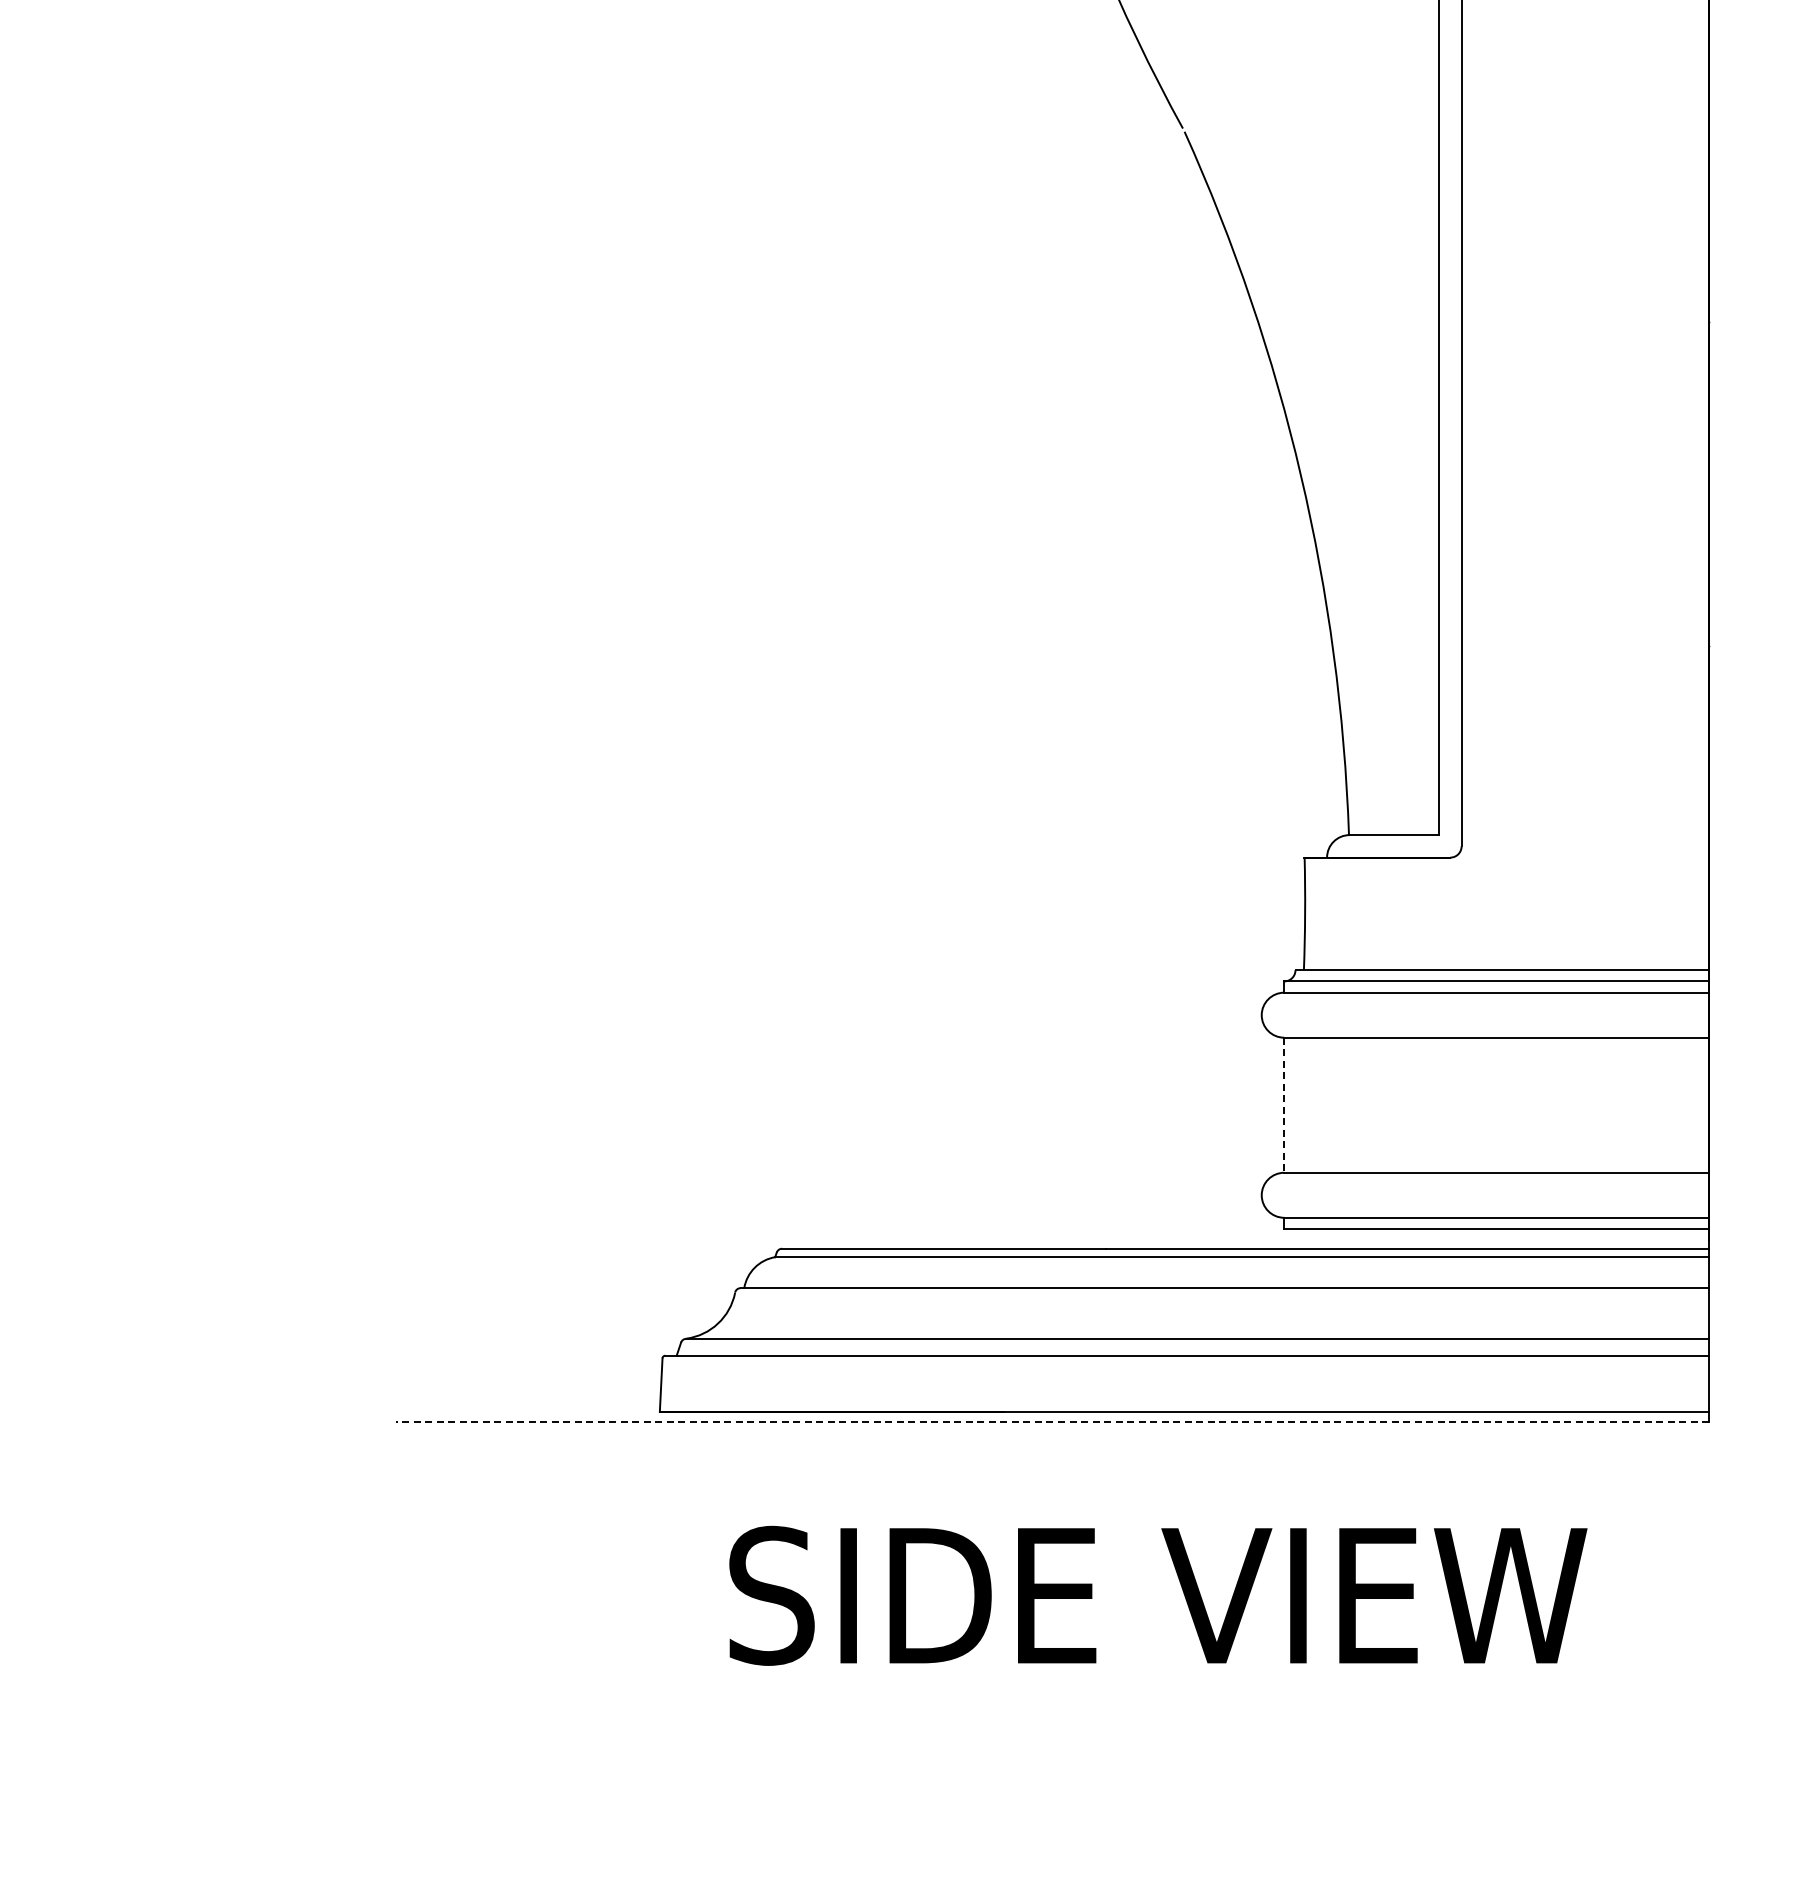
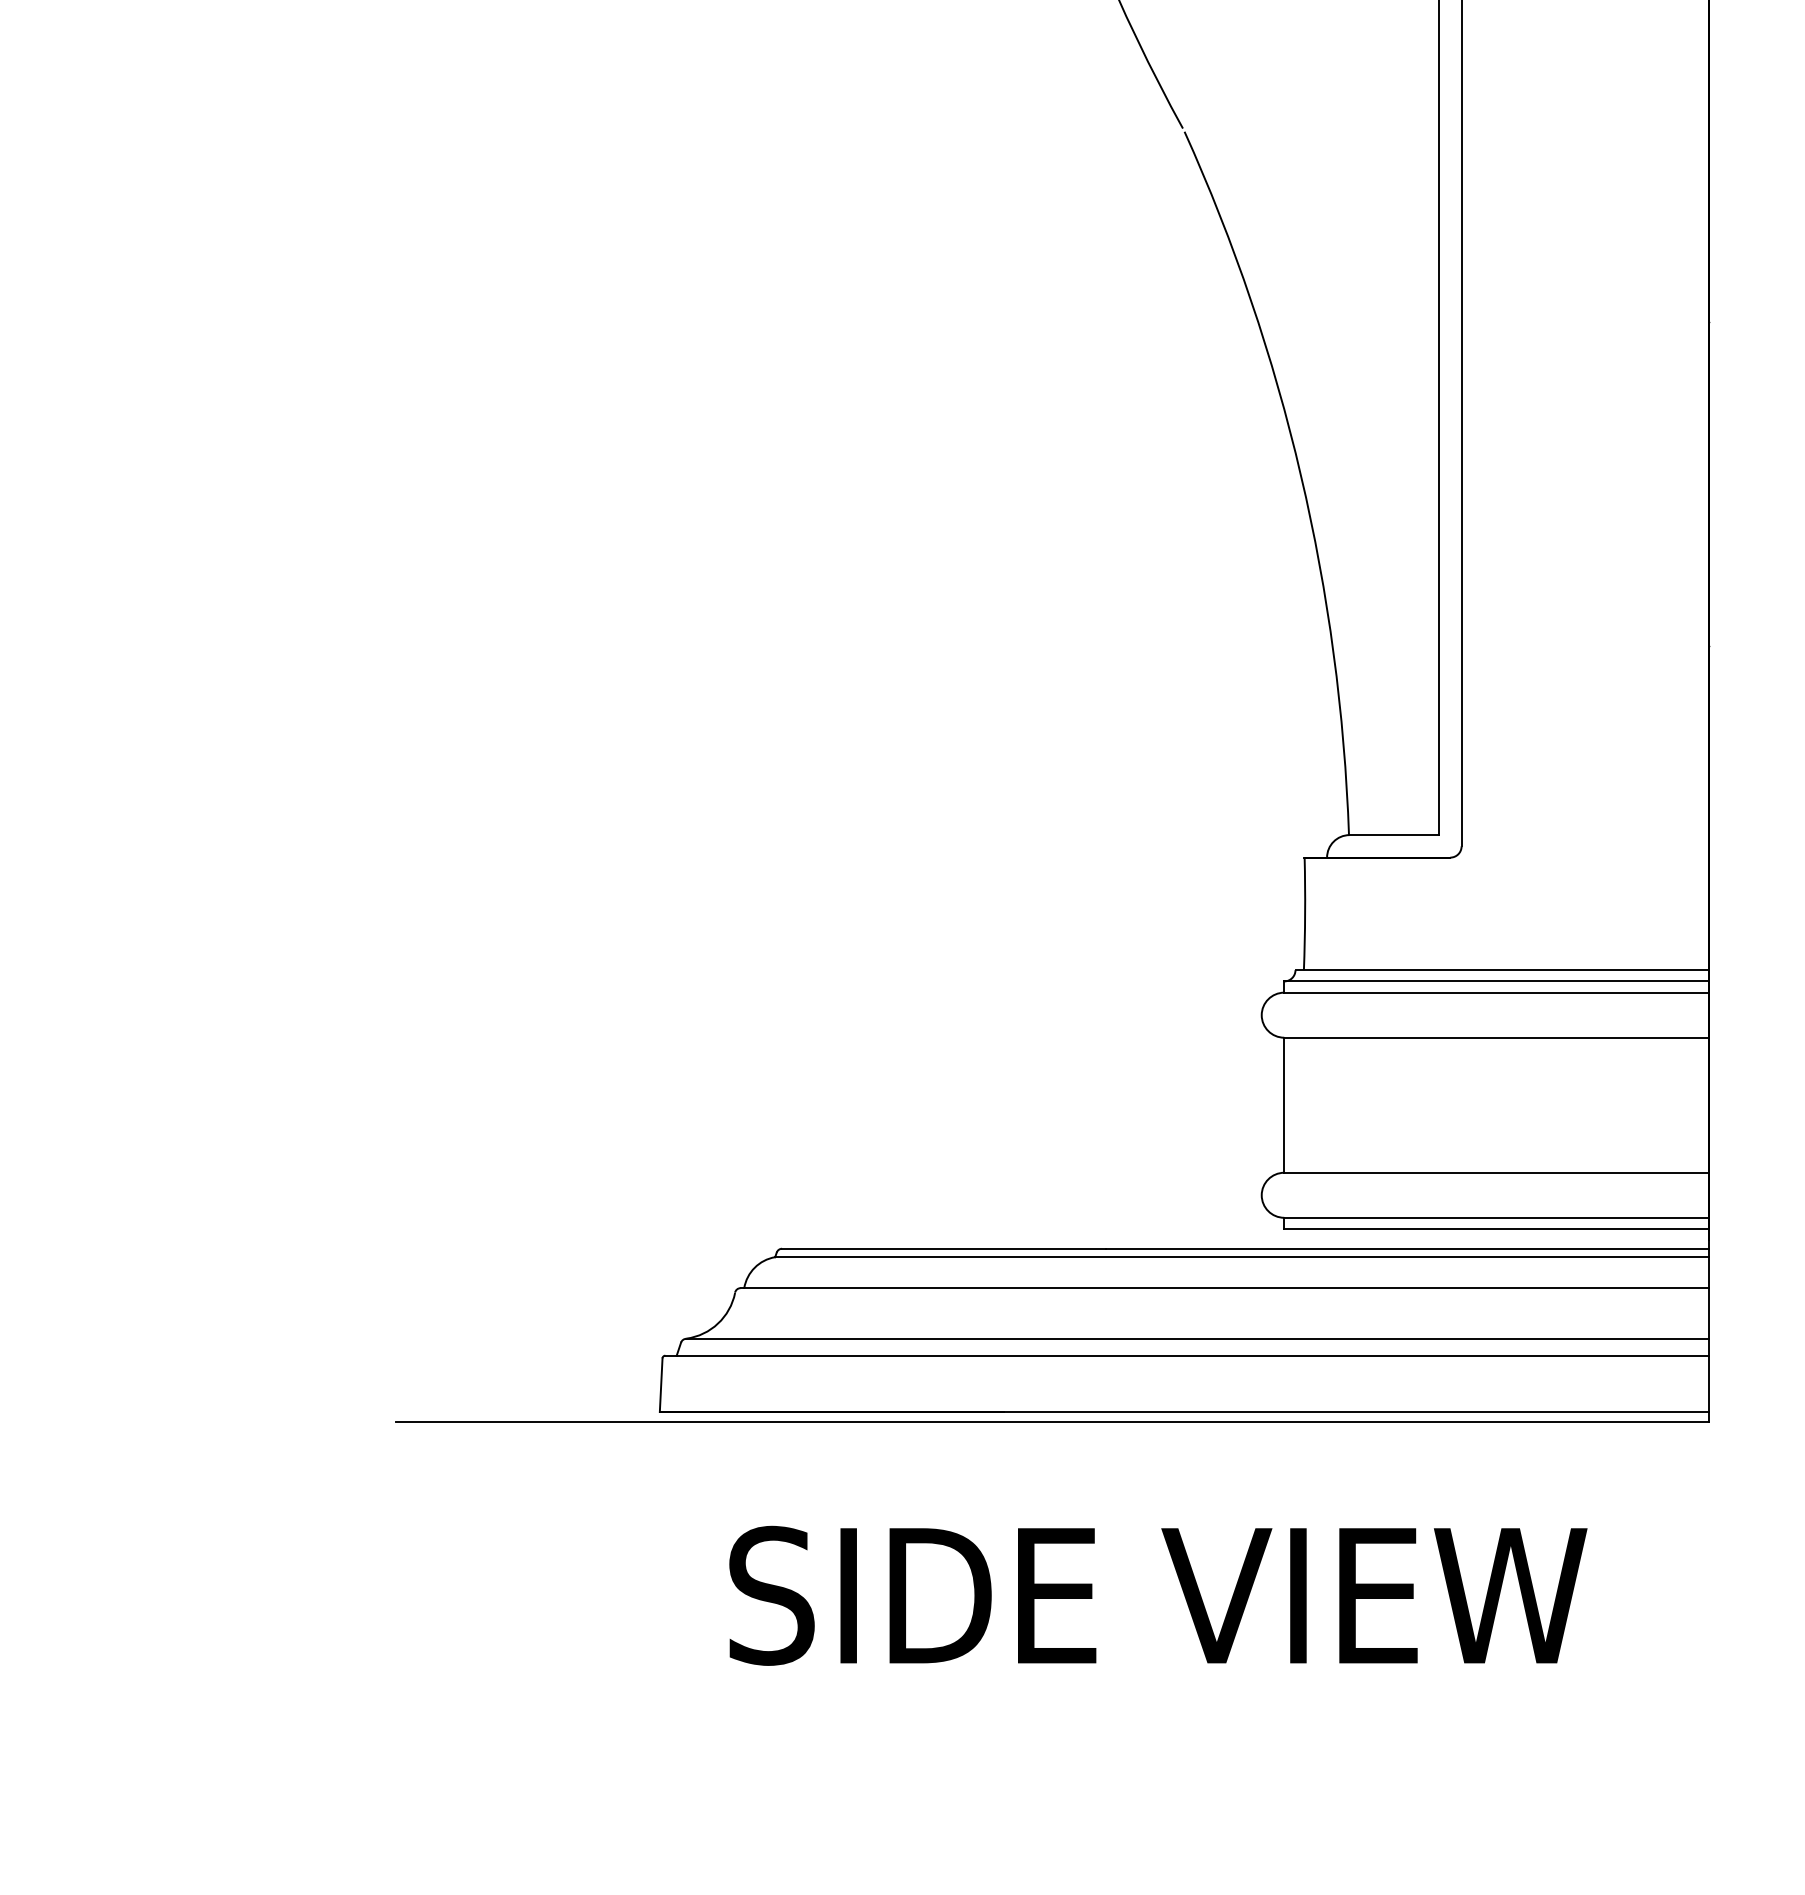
line at (1284, 1105): dashed -> solid
line at (1052, 1422): dashed -> solid
